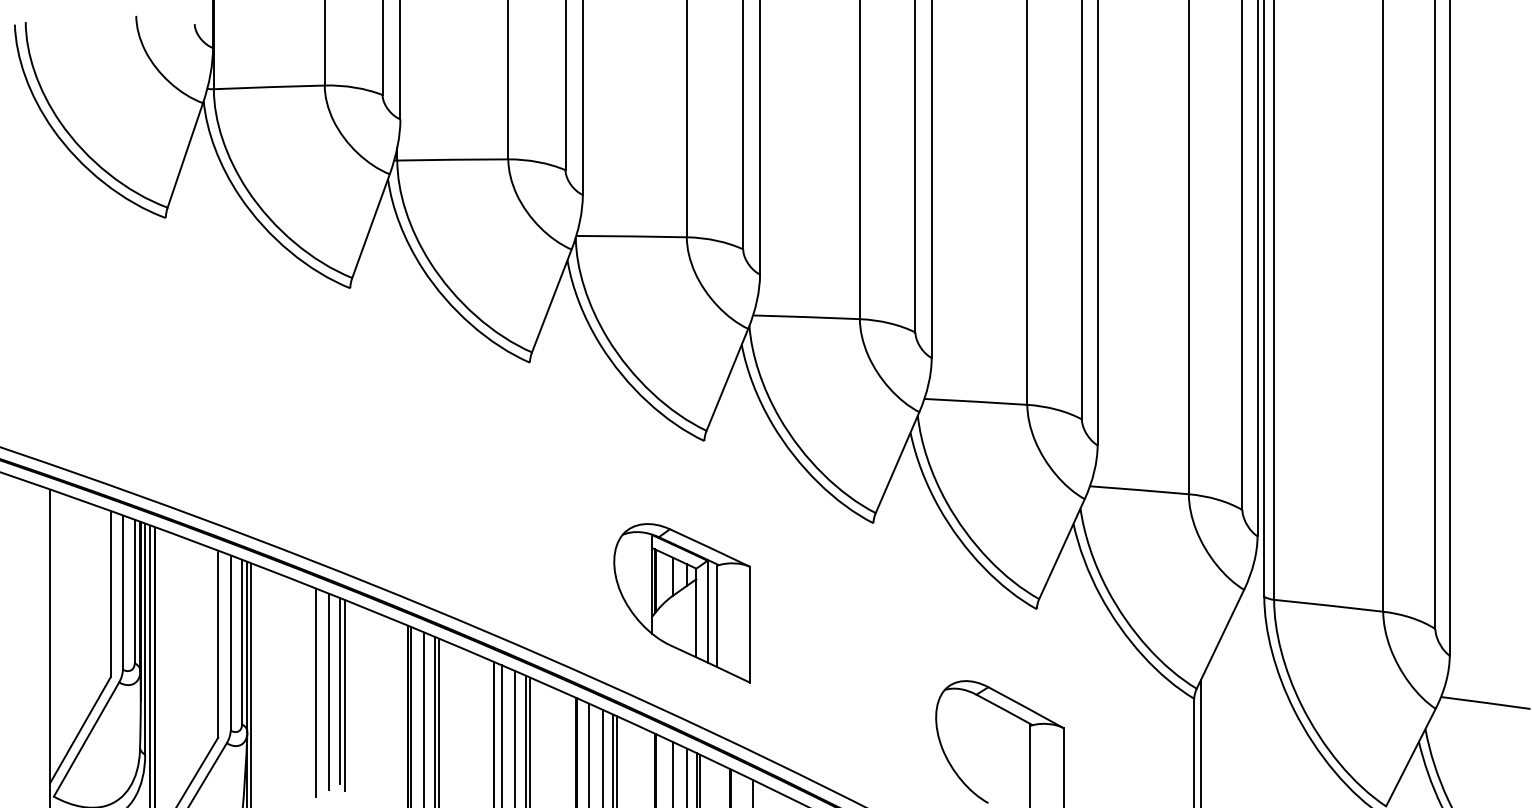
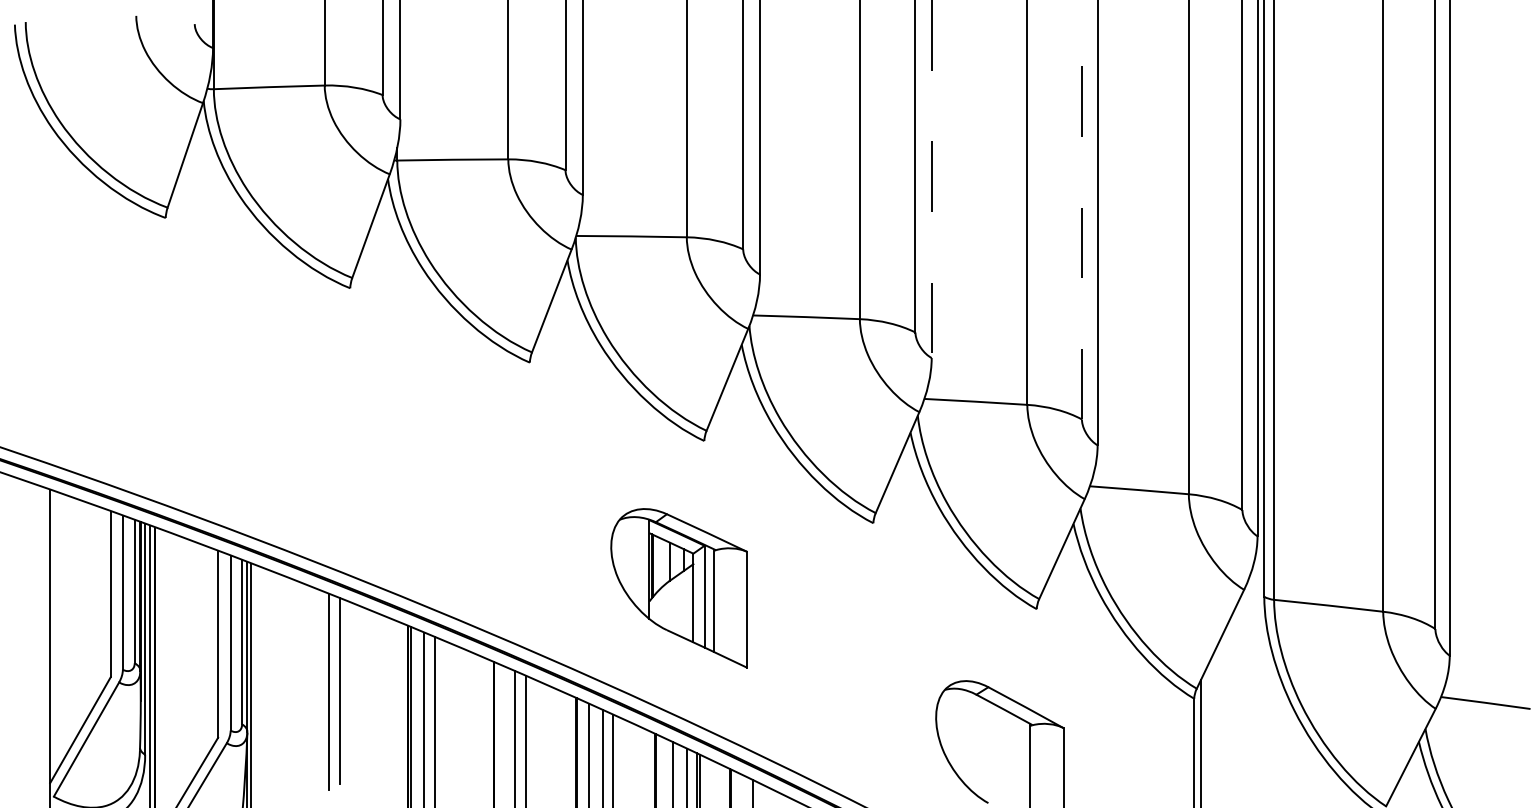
line at (931, 179): solid -> dashed
line at (1081, 209): solid -> dashed
part at (681, 603) position: (681, 603) -> (678, 588)
line at (316, 692): present -> none
line at (344, 695): present -> none
line at (439, 721): present -> none
line at (501, 734): present -> none
line at (529, 740): present -> none
line at (616, 760): present -> none
